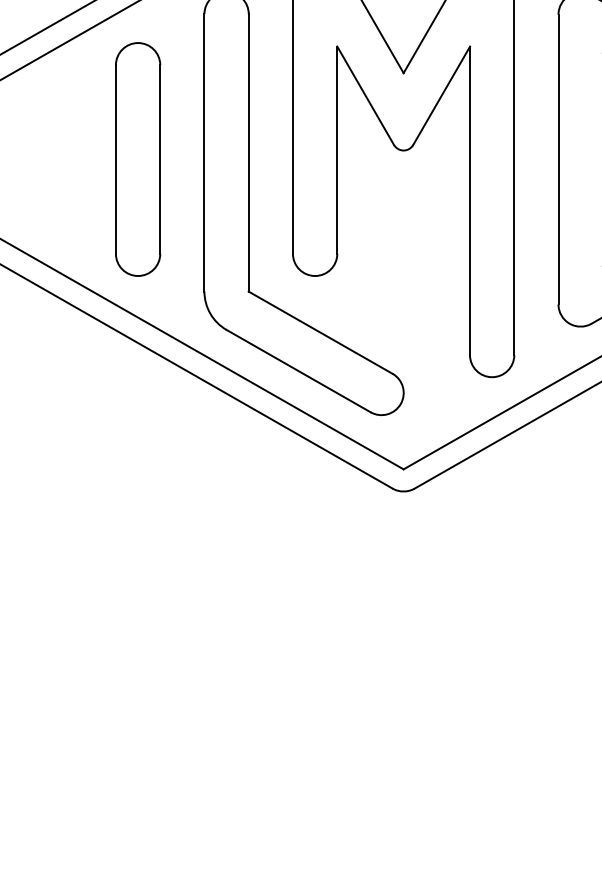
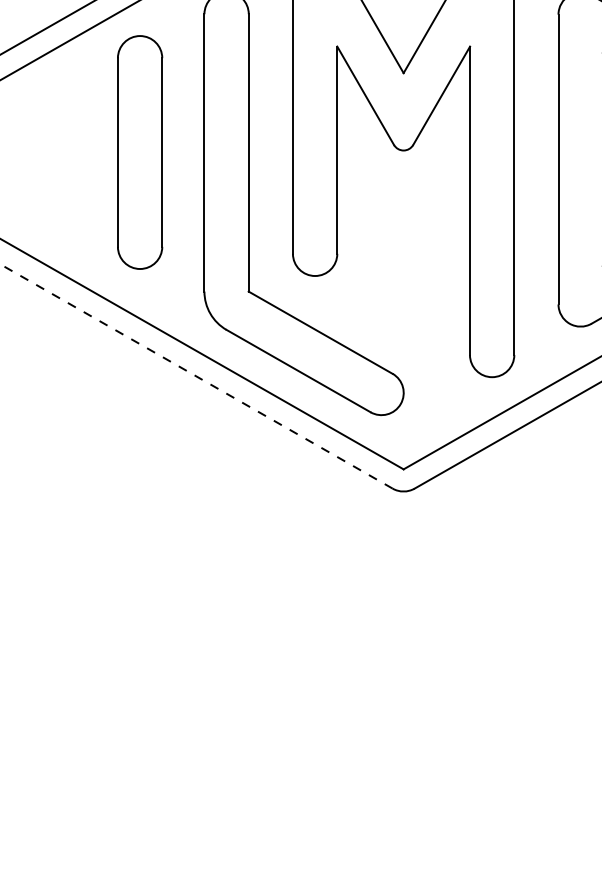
part at (138, 159) position: (138, 159) -> (140, 152)
line at (196, 376): solid -> dashed
